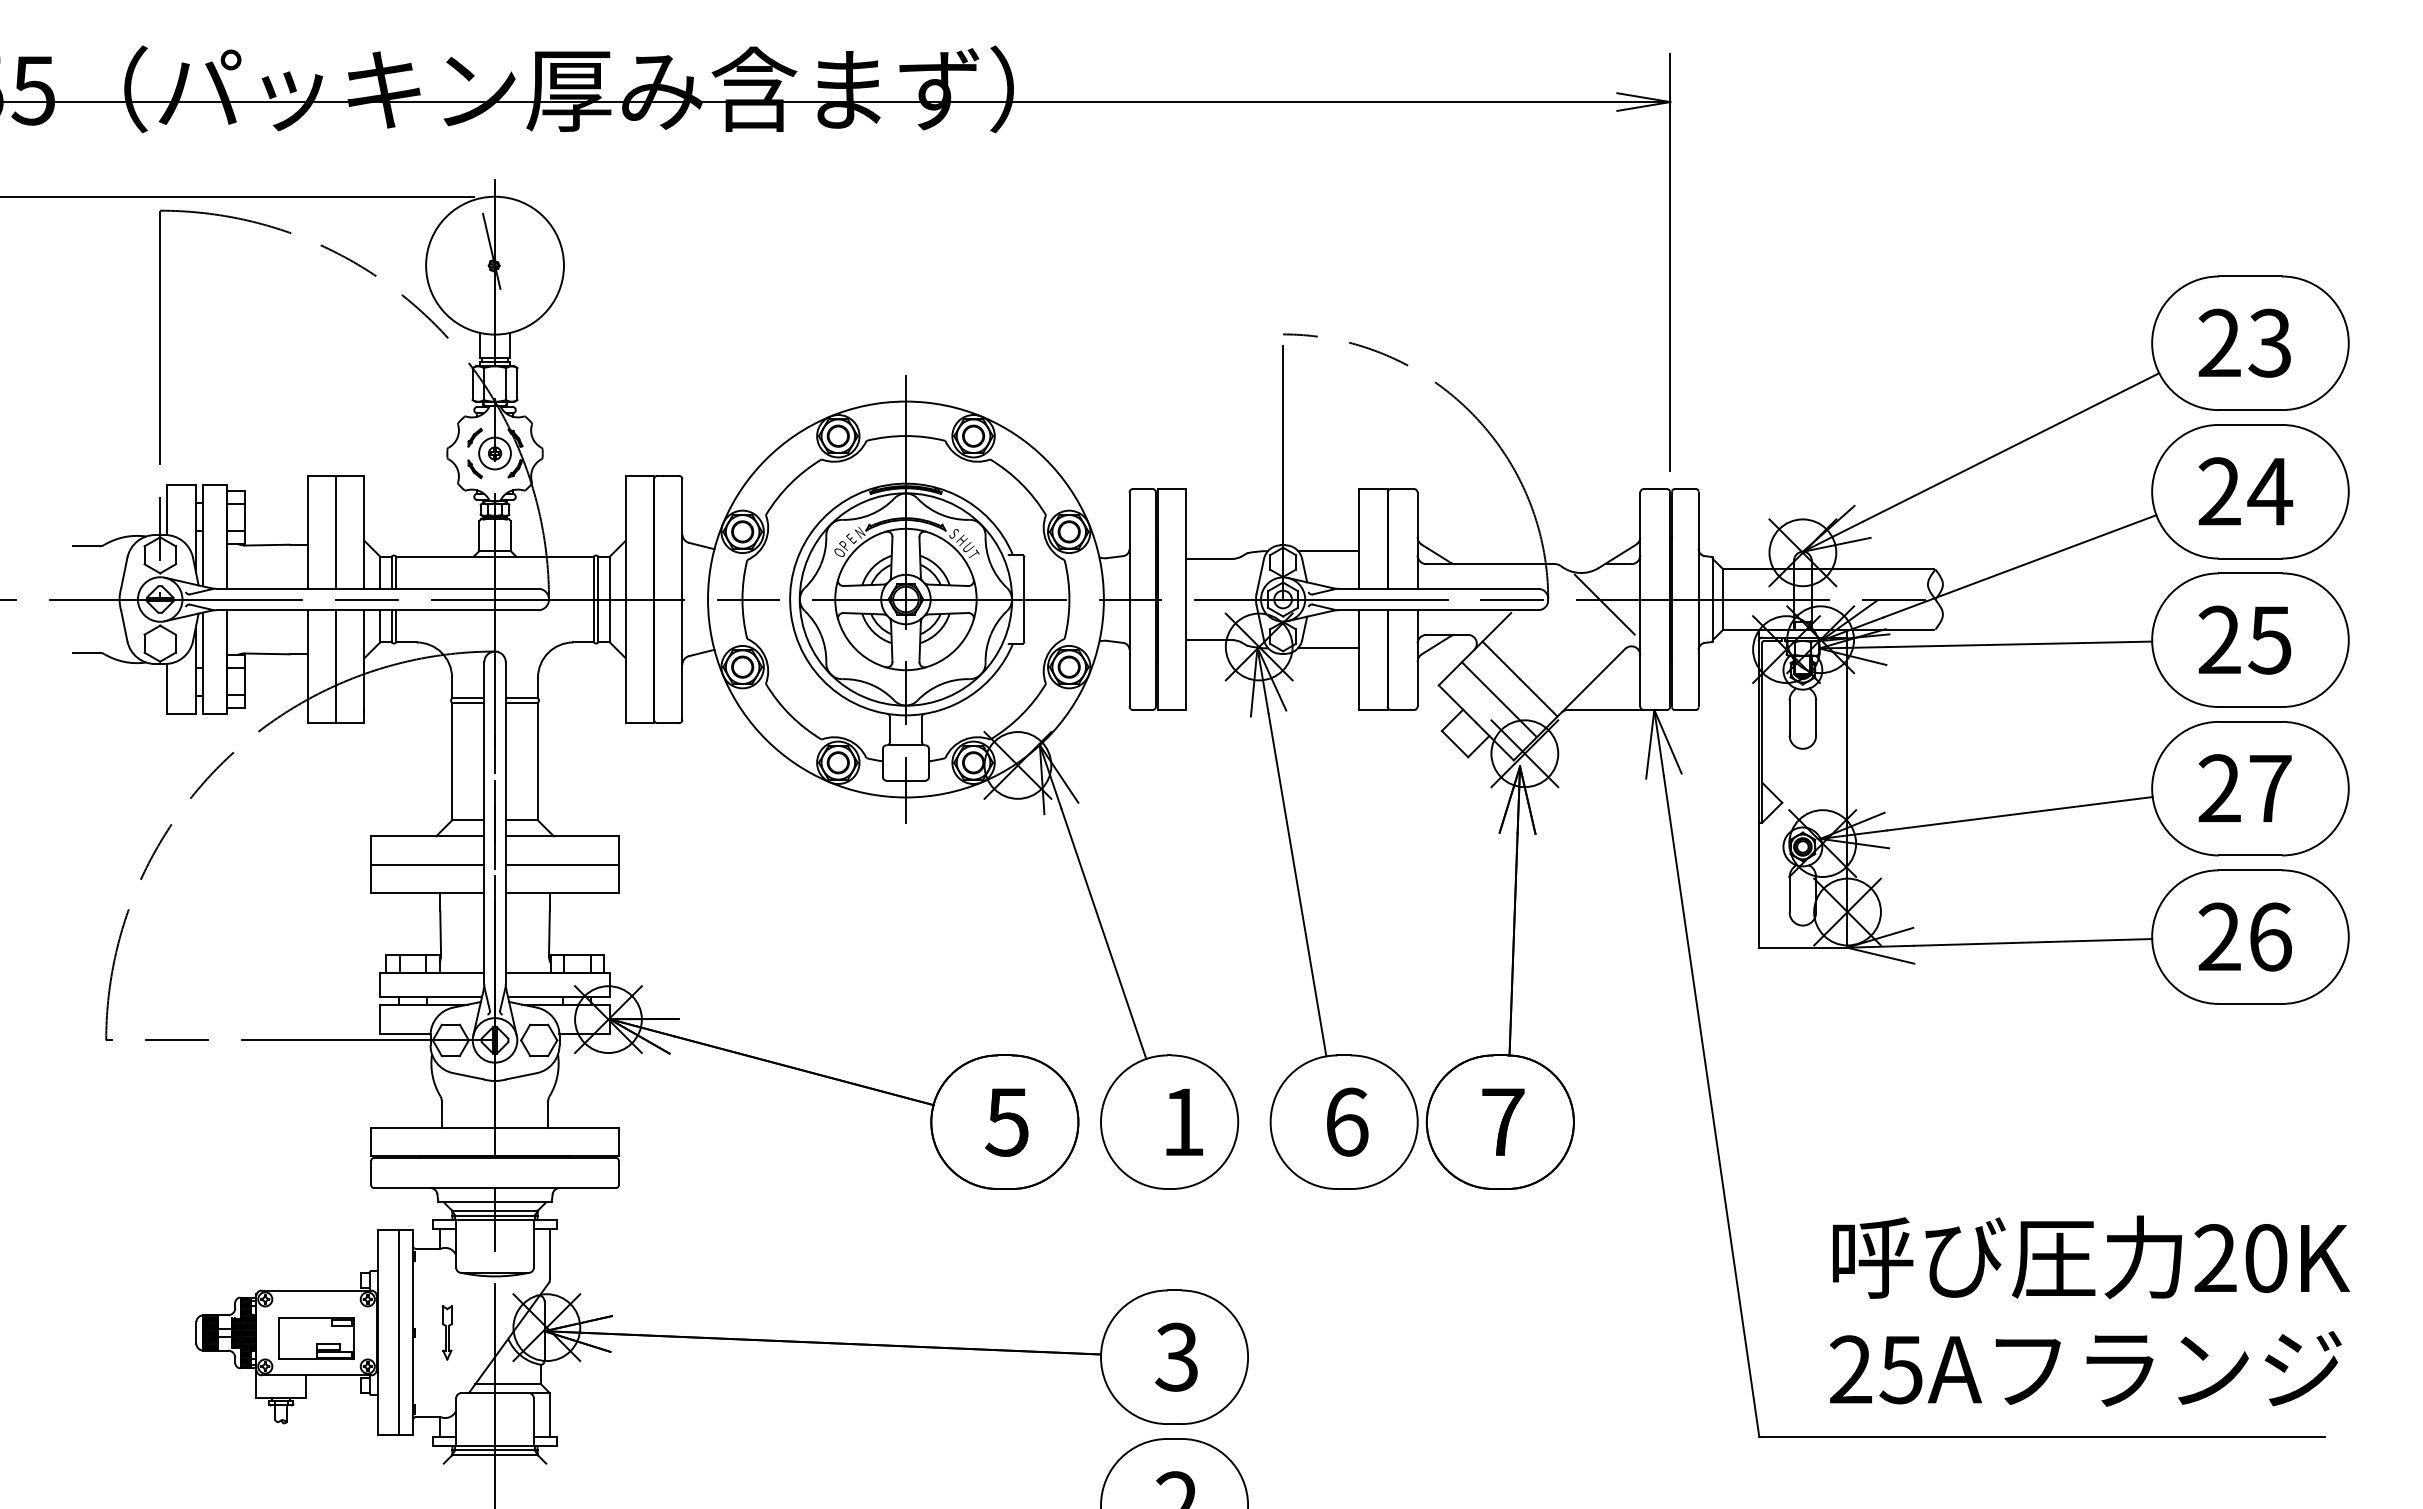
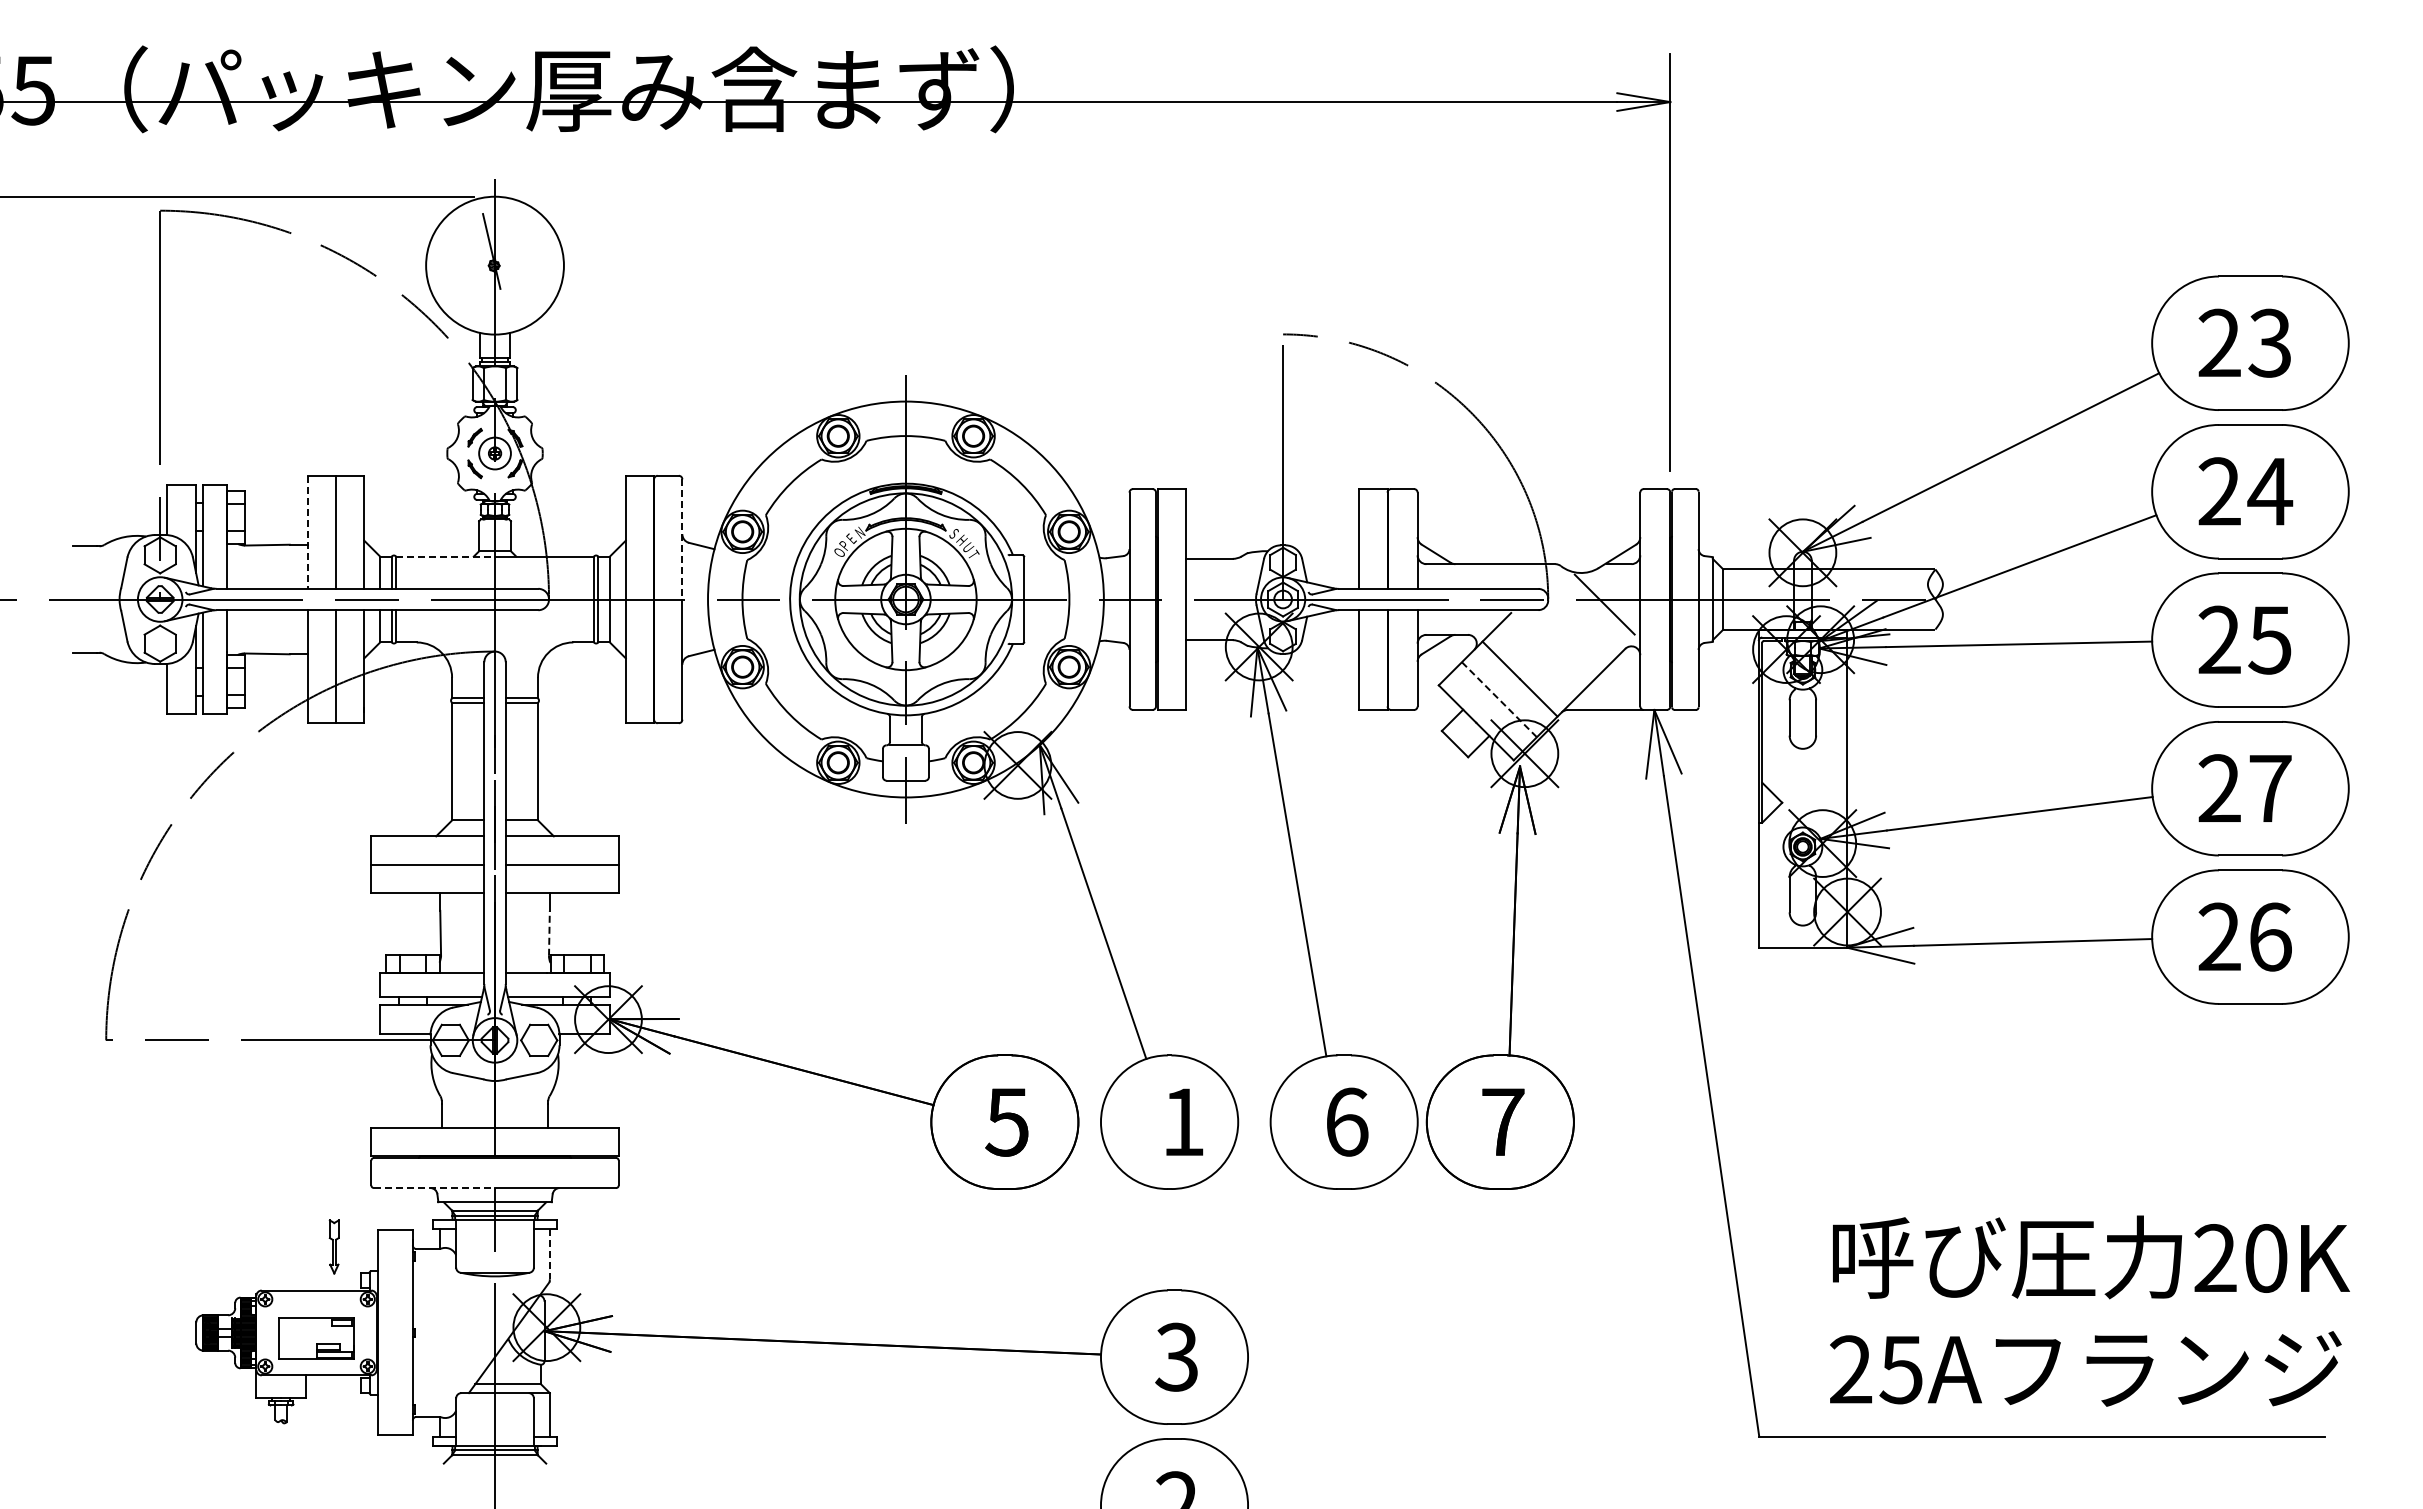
line at (307, 532): solid -> dashed
line at (682, 539): solid -> dashed
line at (1328, 550): present -> none
line at (446, 556): solid -> dashed
line at (1328, 648): present -> none
line at (1499, 699): solid -> dashed
line at (549, 932): solid -> dashed
line at (434, 1188): solid -> dashed
line at (549, 1254): solid -> dashed
line at (398, 1332): present -> none
part at (446, 1332) position: (446, 1332) -> (333, 1246)
